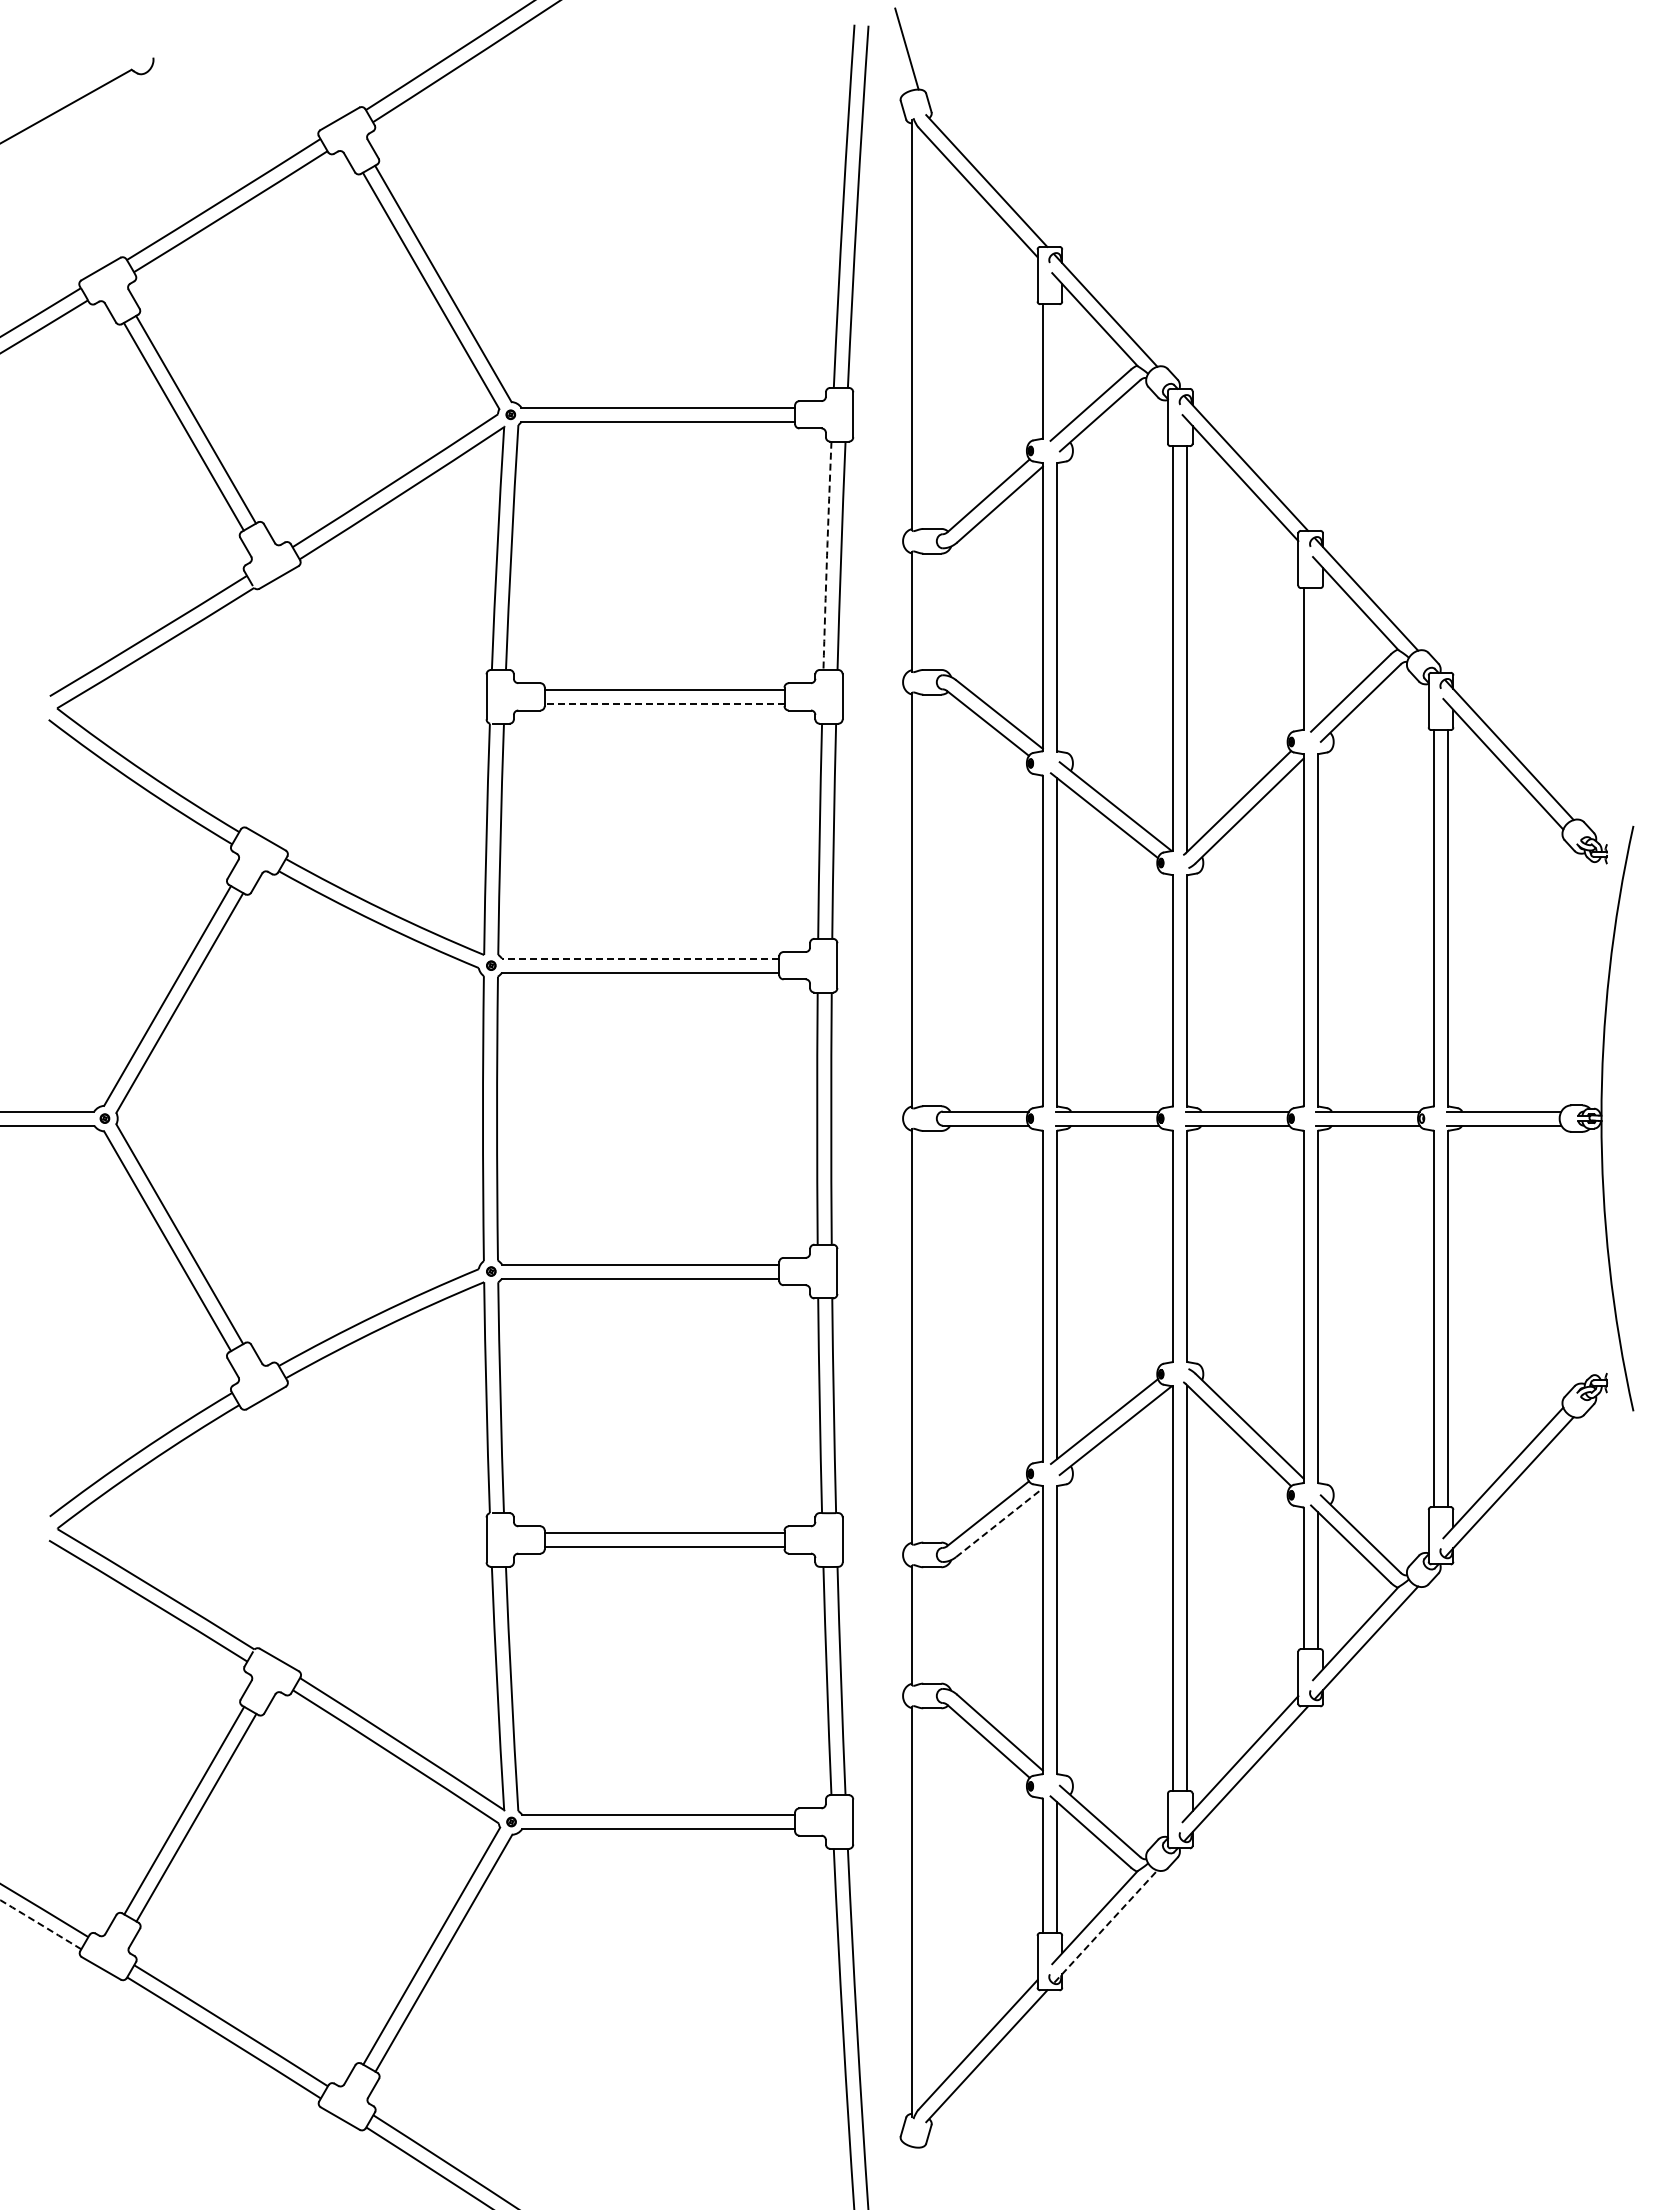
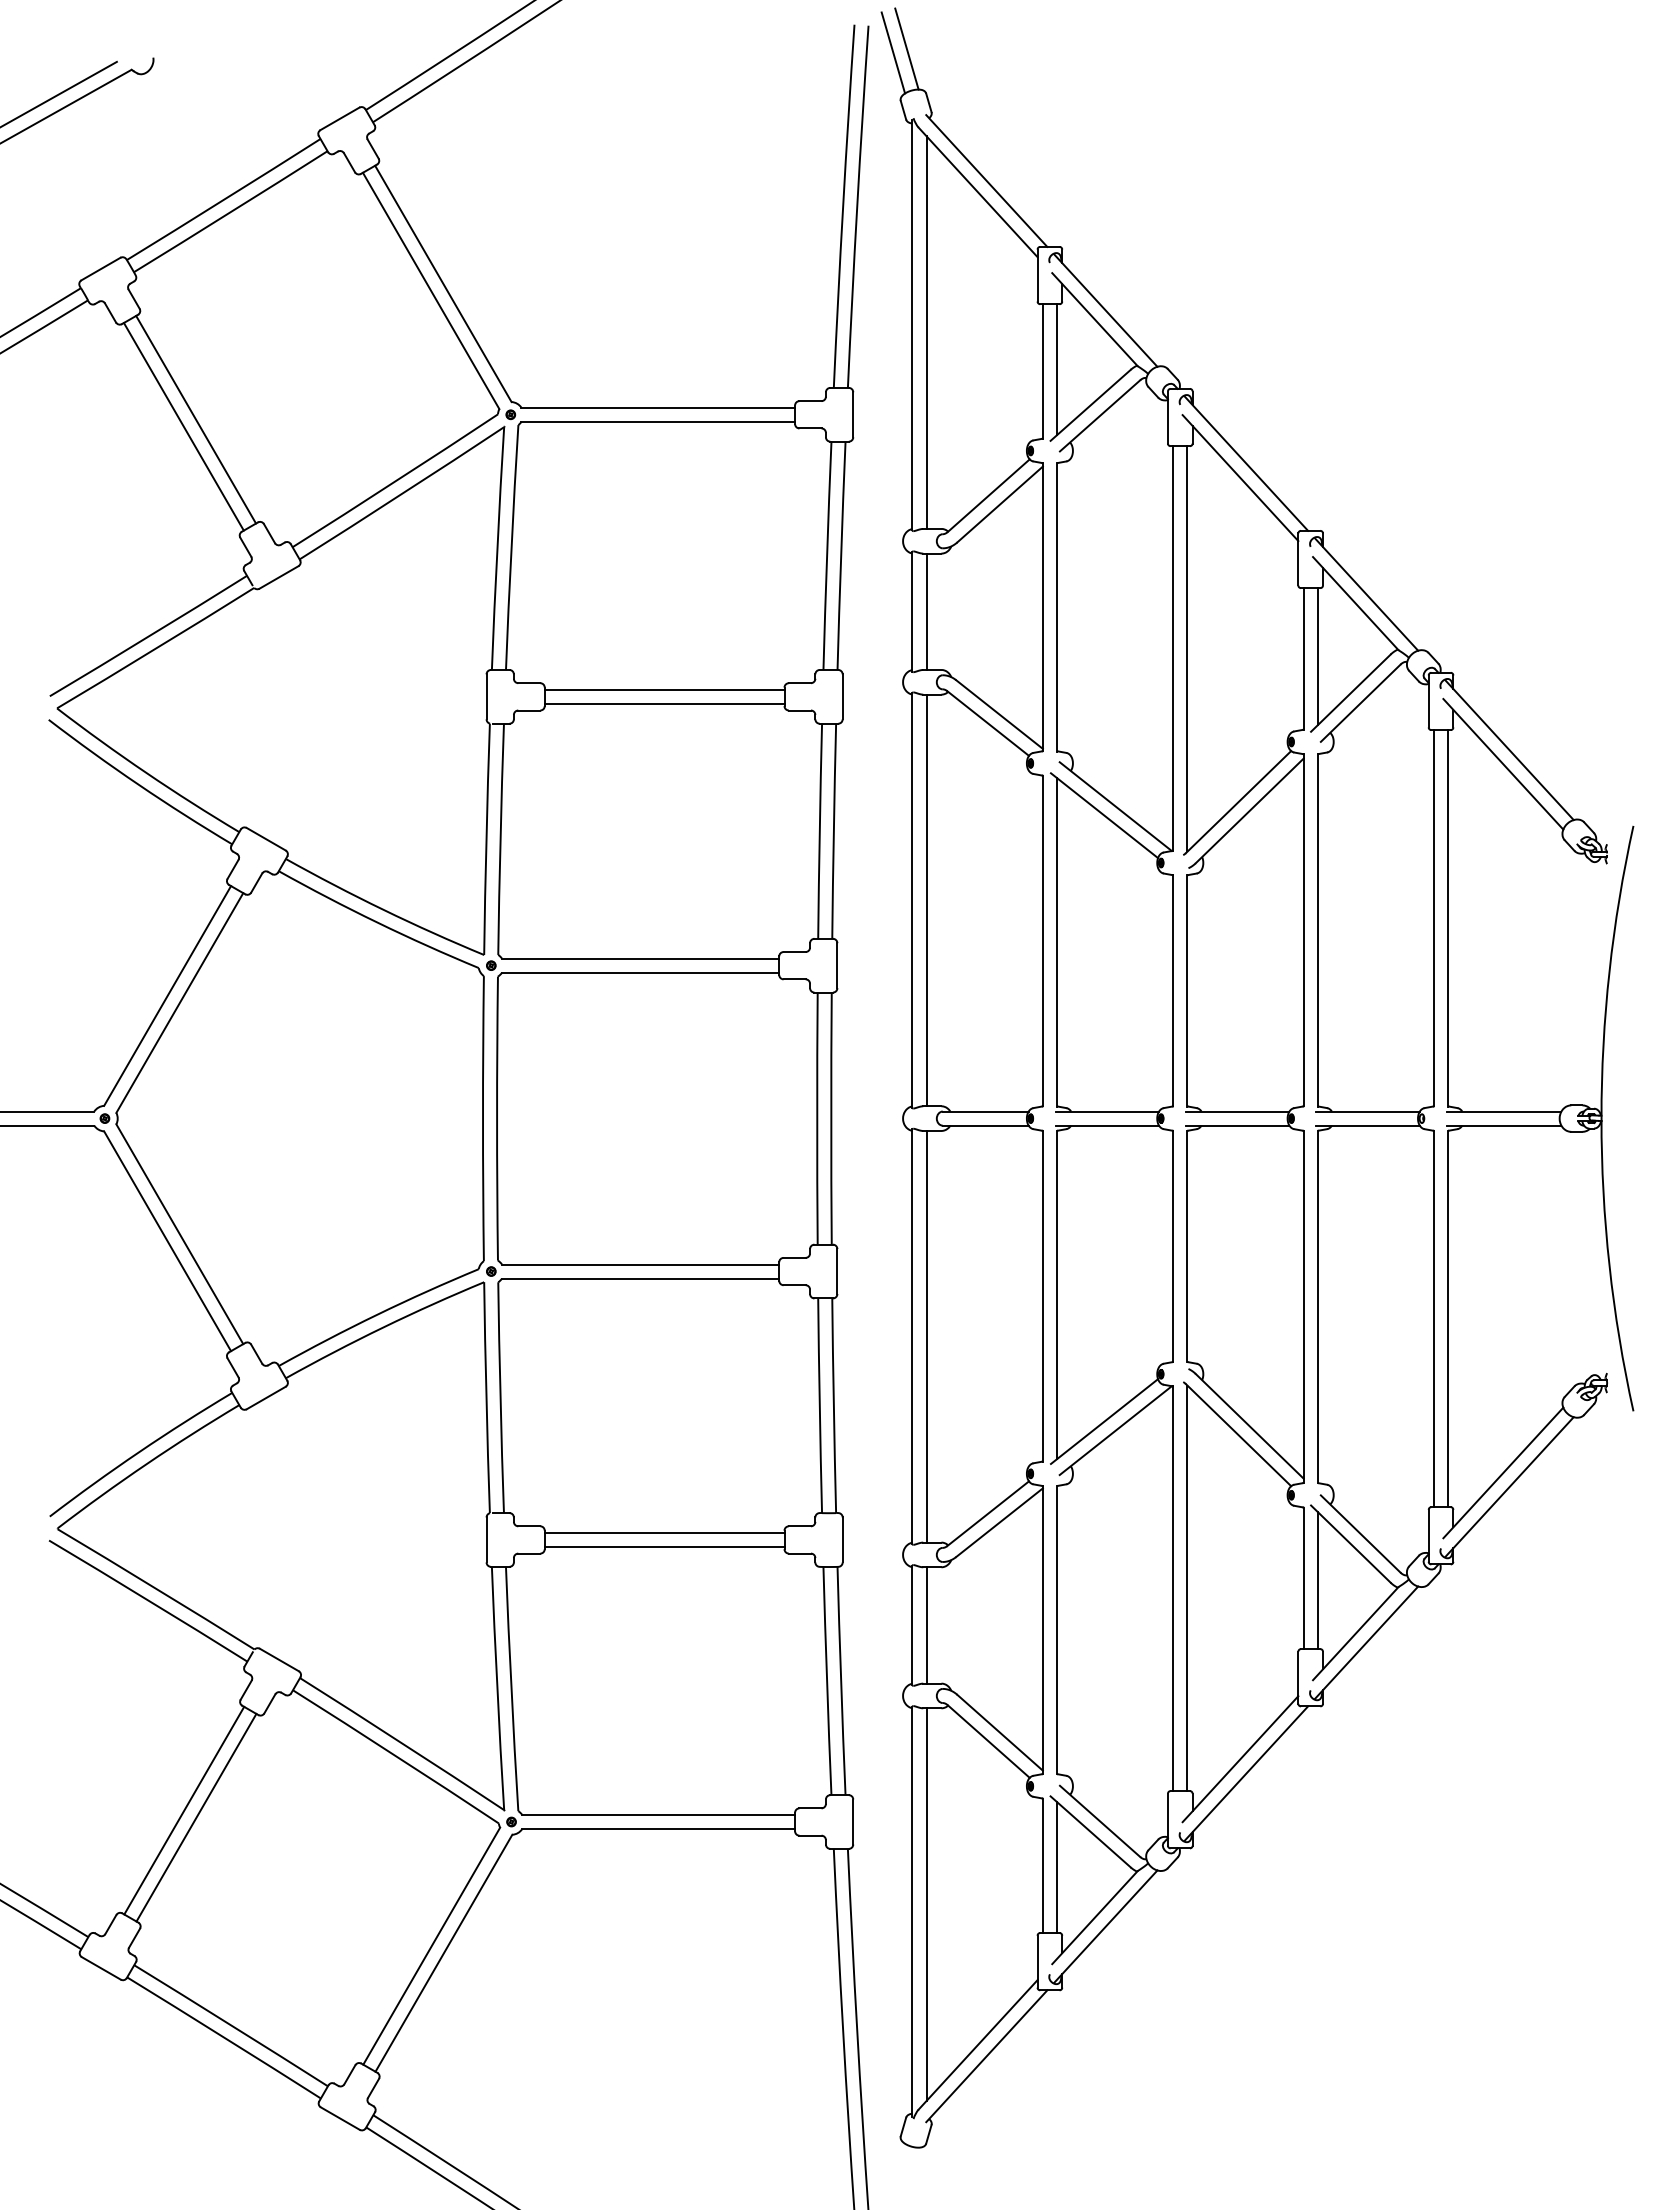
line at (893, 52): none -> present
line at (59, 93): none -> present
line at (926, 332): none -> present
line at (1056, 369): none -> present
arc at (827, 555): dashed -> solid
line at (926, 611): none -> present
line at (1317, 656): none -> present
line at (664, 703): dashed -> solid
line at (926, 900): none -> present
line at (640, 958): dashed -> solid
line at (926, 1336): none -> present
line at (999, 1522): dashed -> solid
line at (926, 1625): none -> present
line at (926, 1904): none -> present
arc at (40, 1924): dashed -> solid
line at (1106, 1926): dashed -> solid
